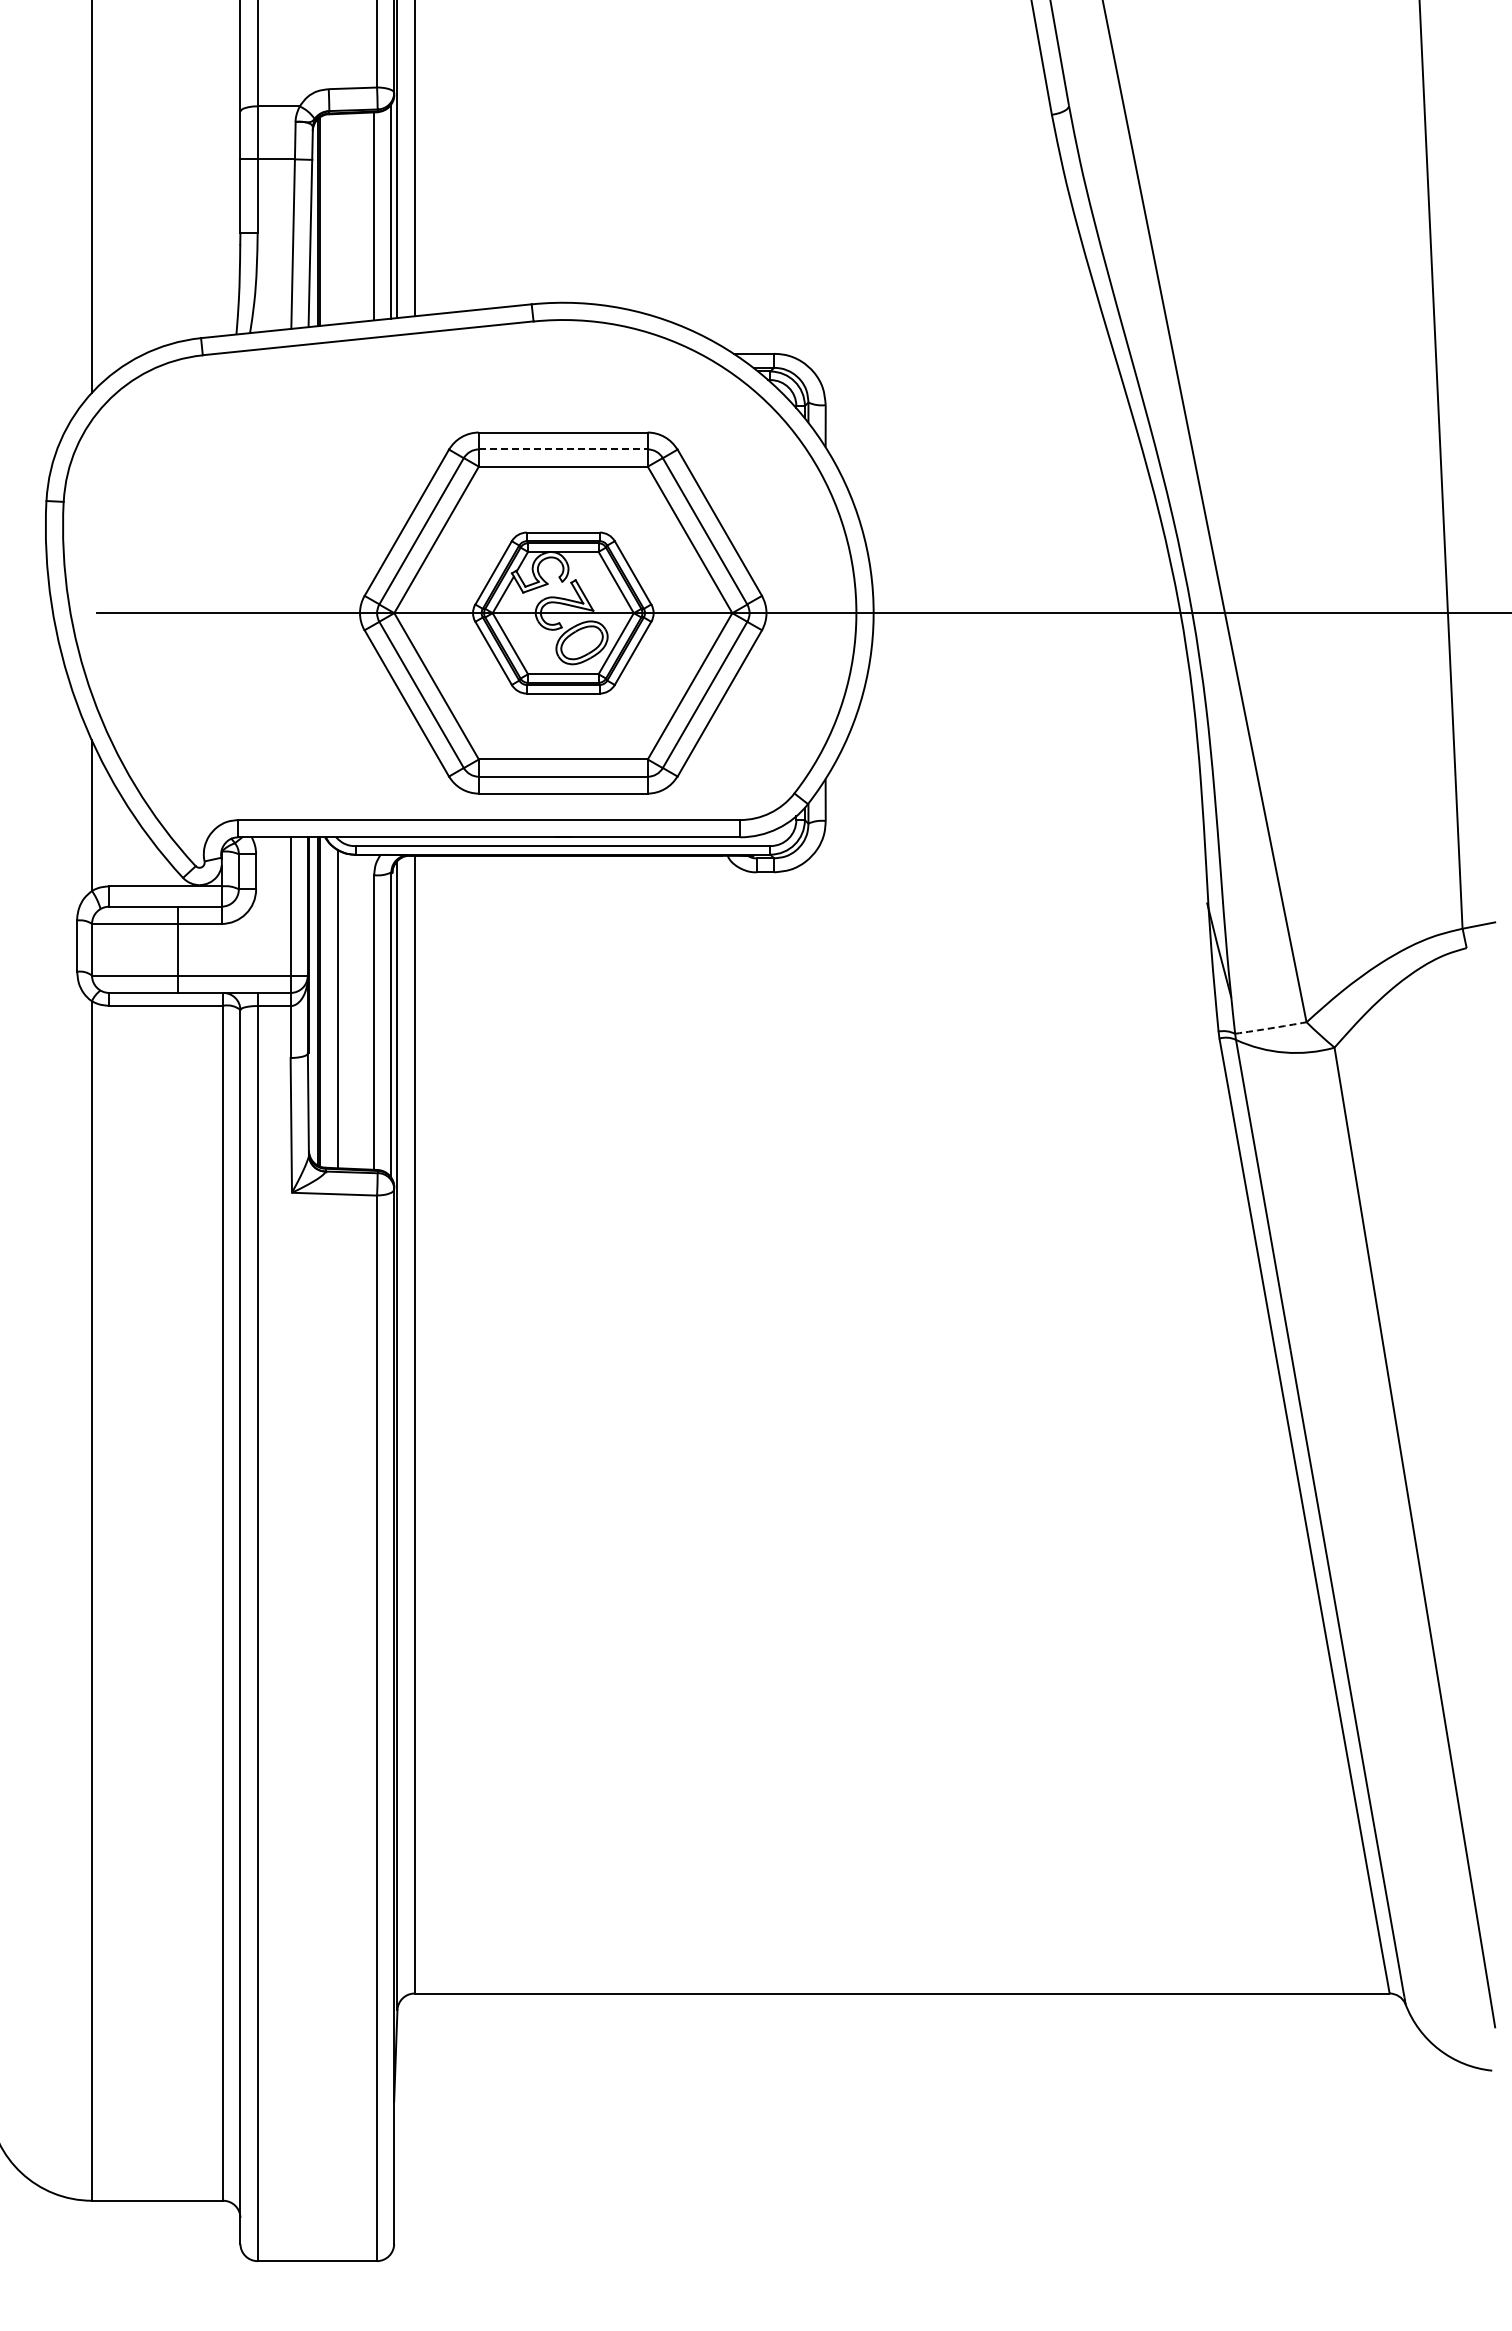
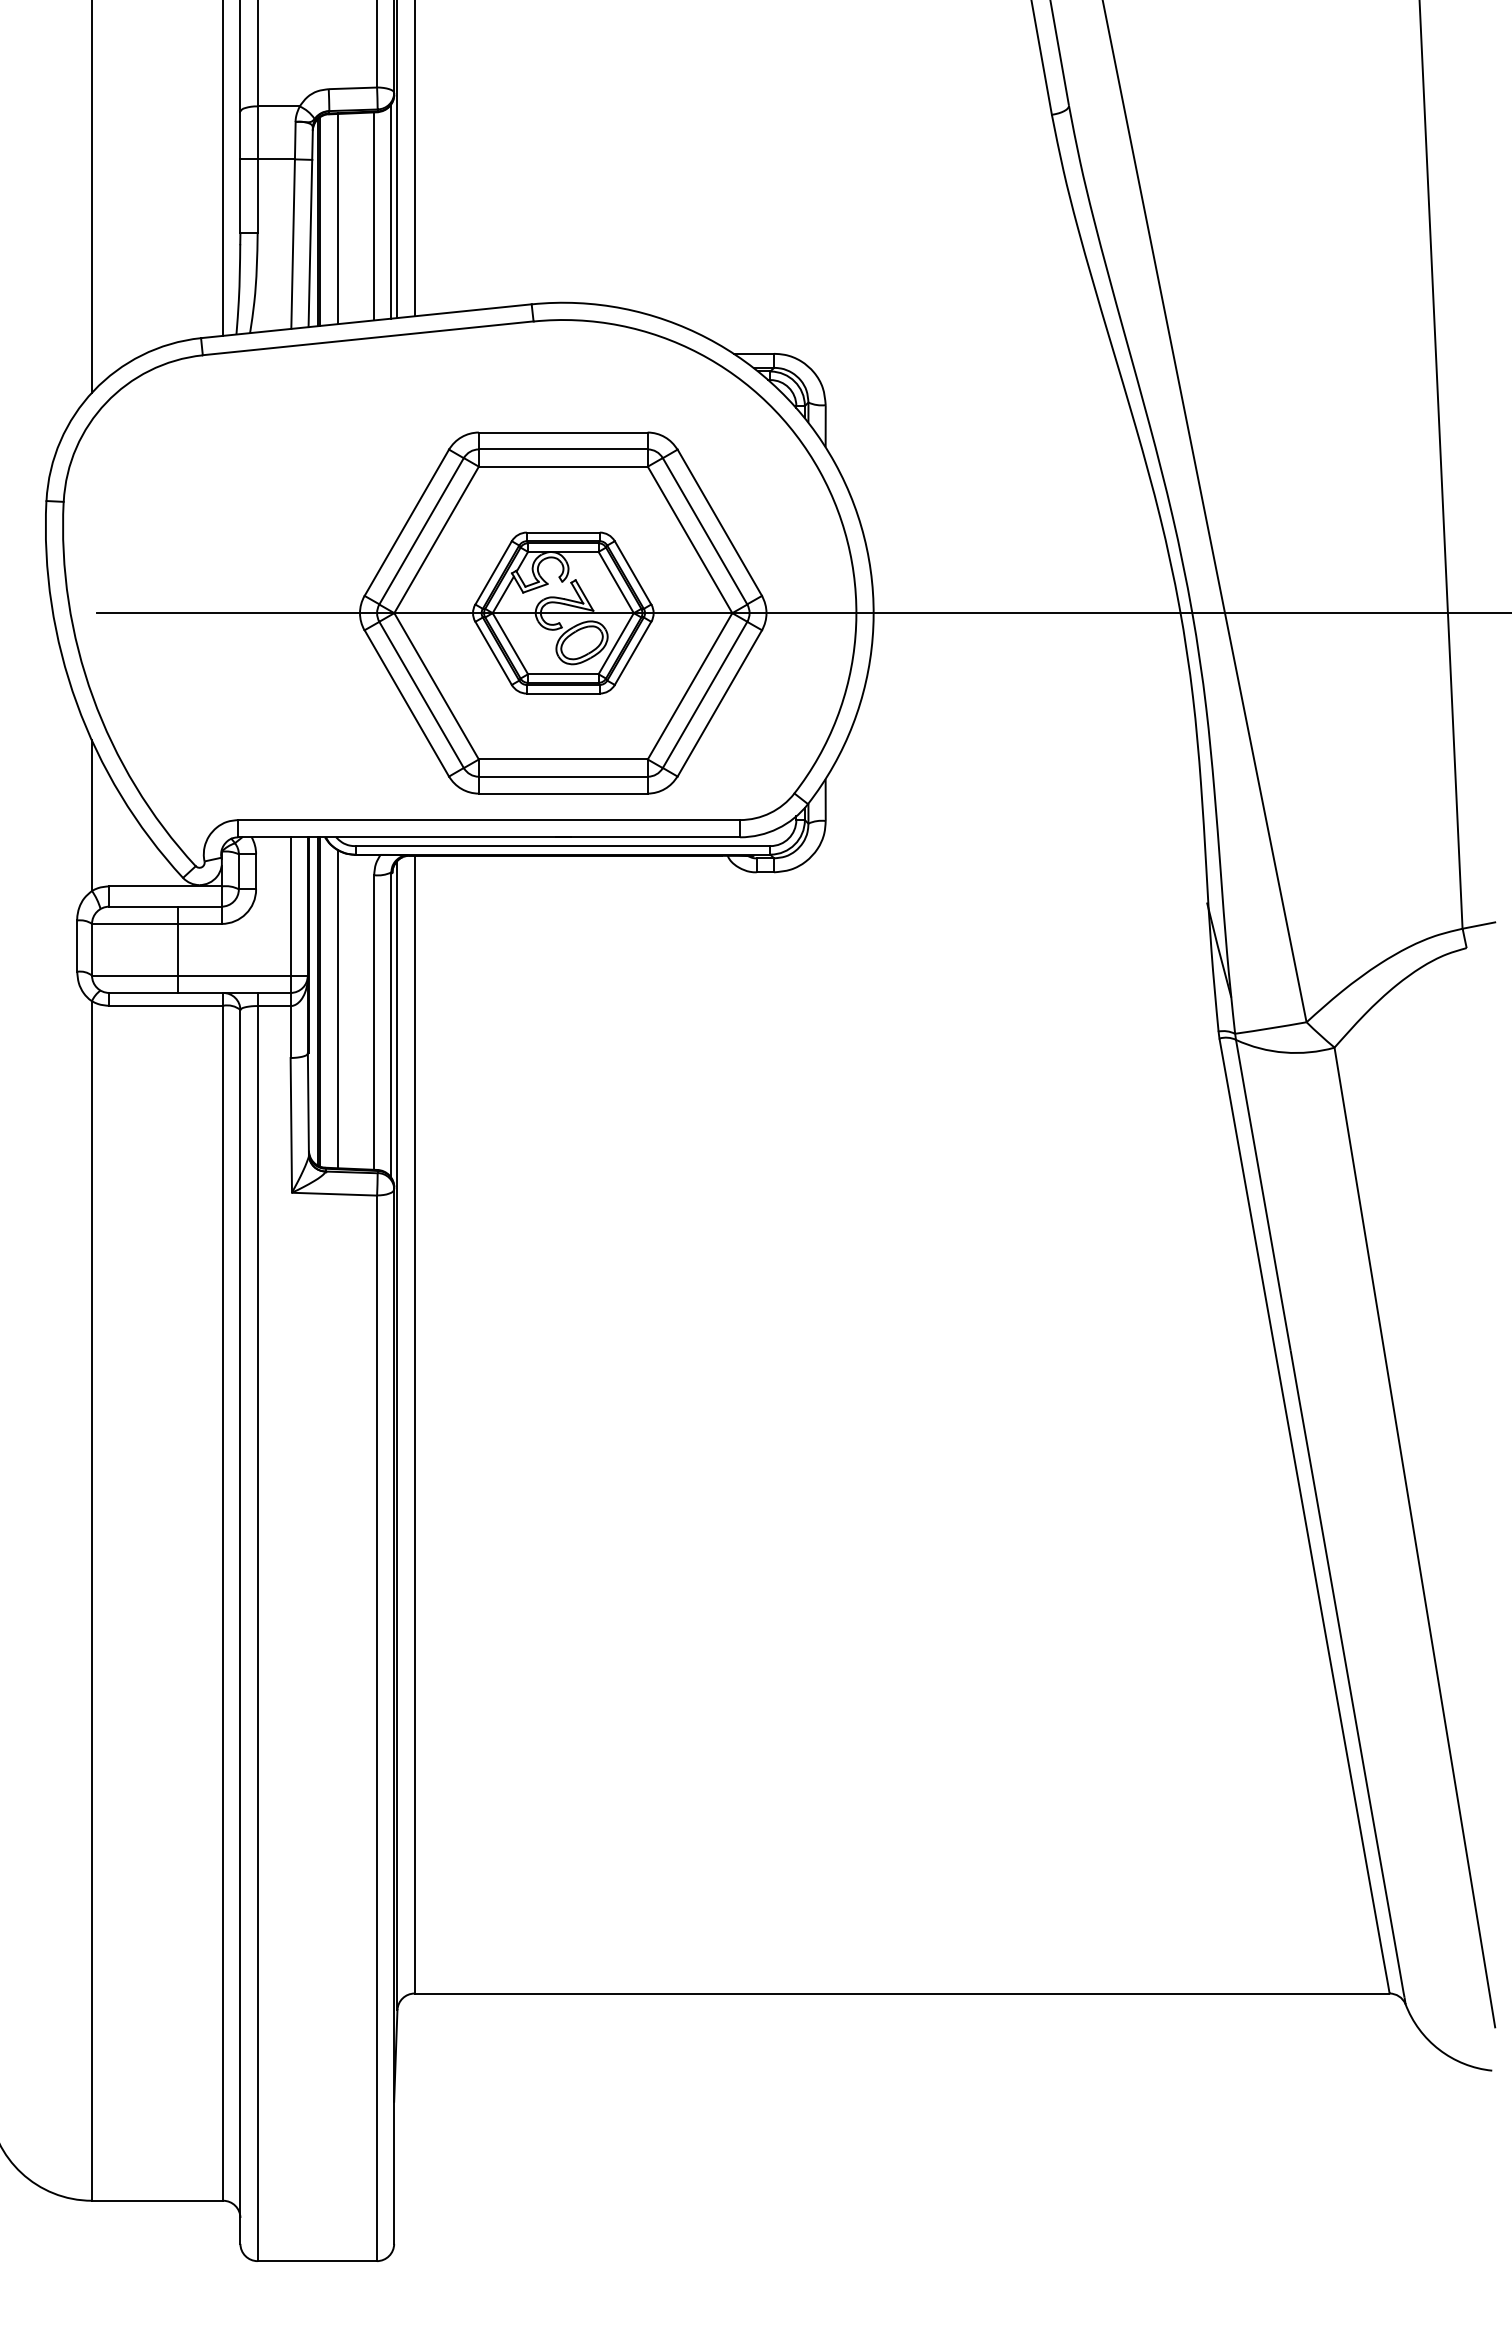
line at (223, 168): none -> present
line at (337, 218): none -> present
line at (563, 449): dashed -> solid
arc at (1270, 1028): dashed -> solid
